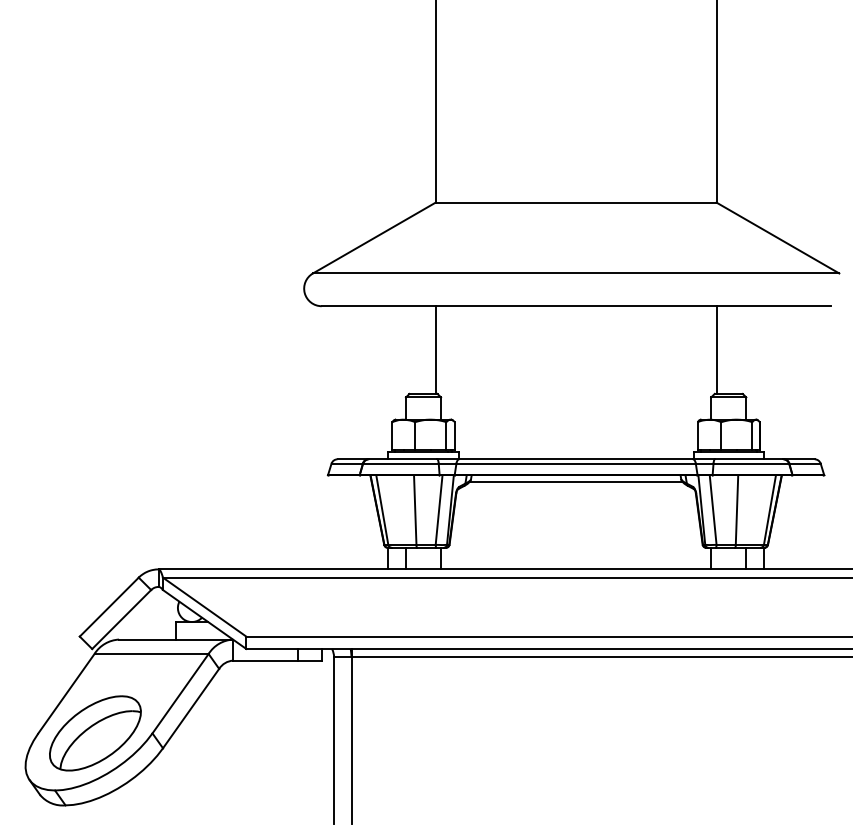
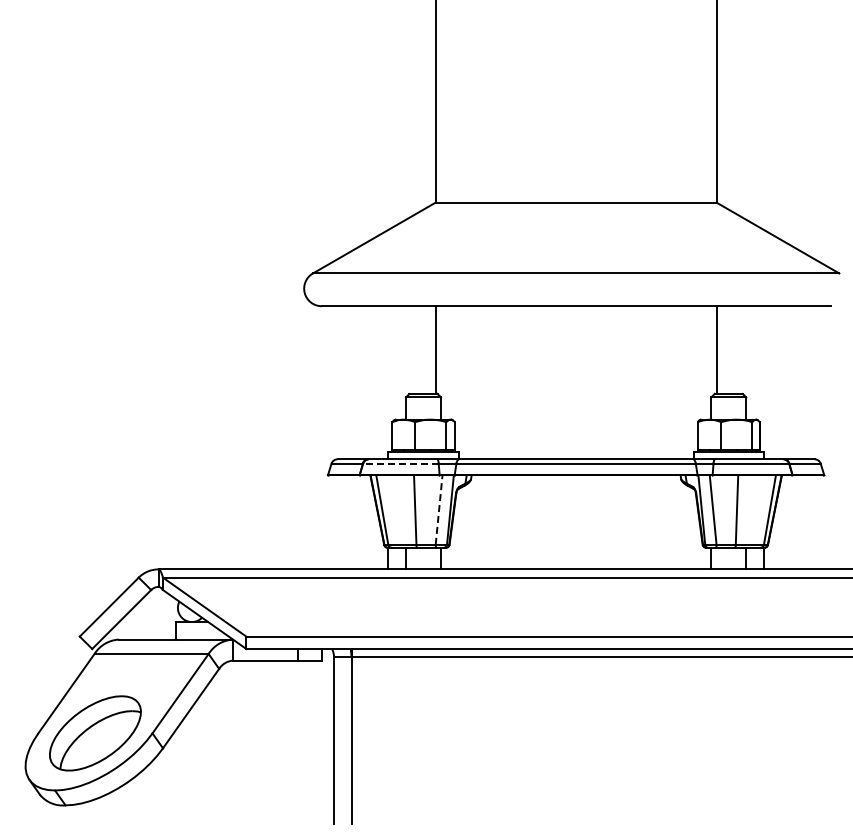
line at (400, 463): solid -> dashed
line at (575, 481): present -> none
line at (439, 510): solid -> dashed
